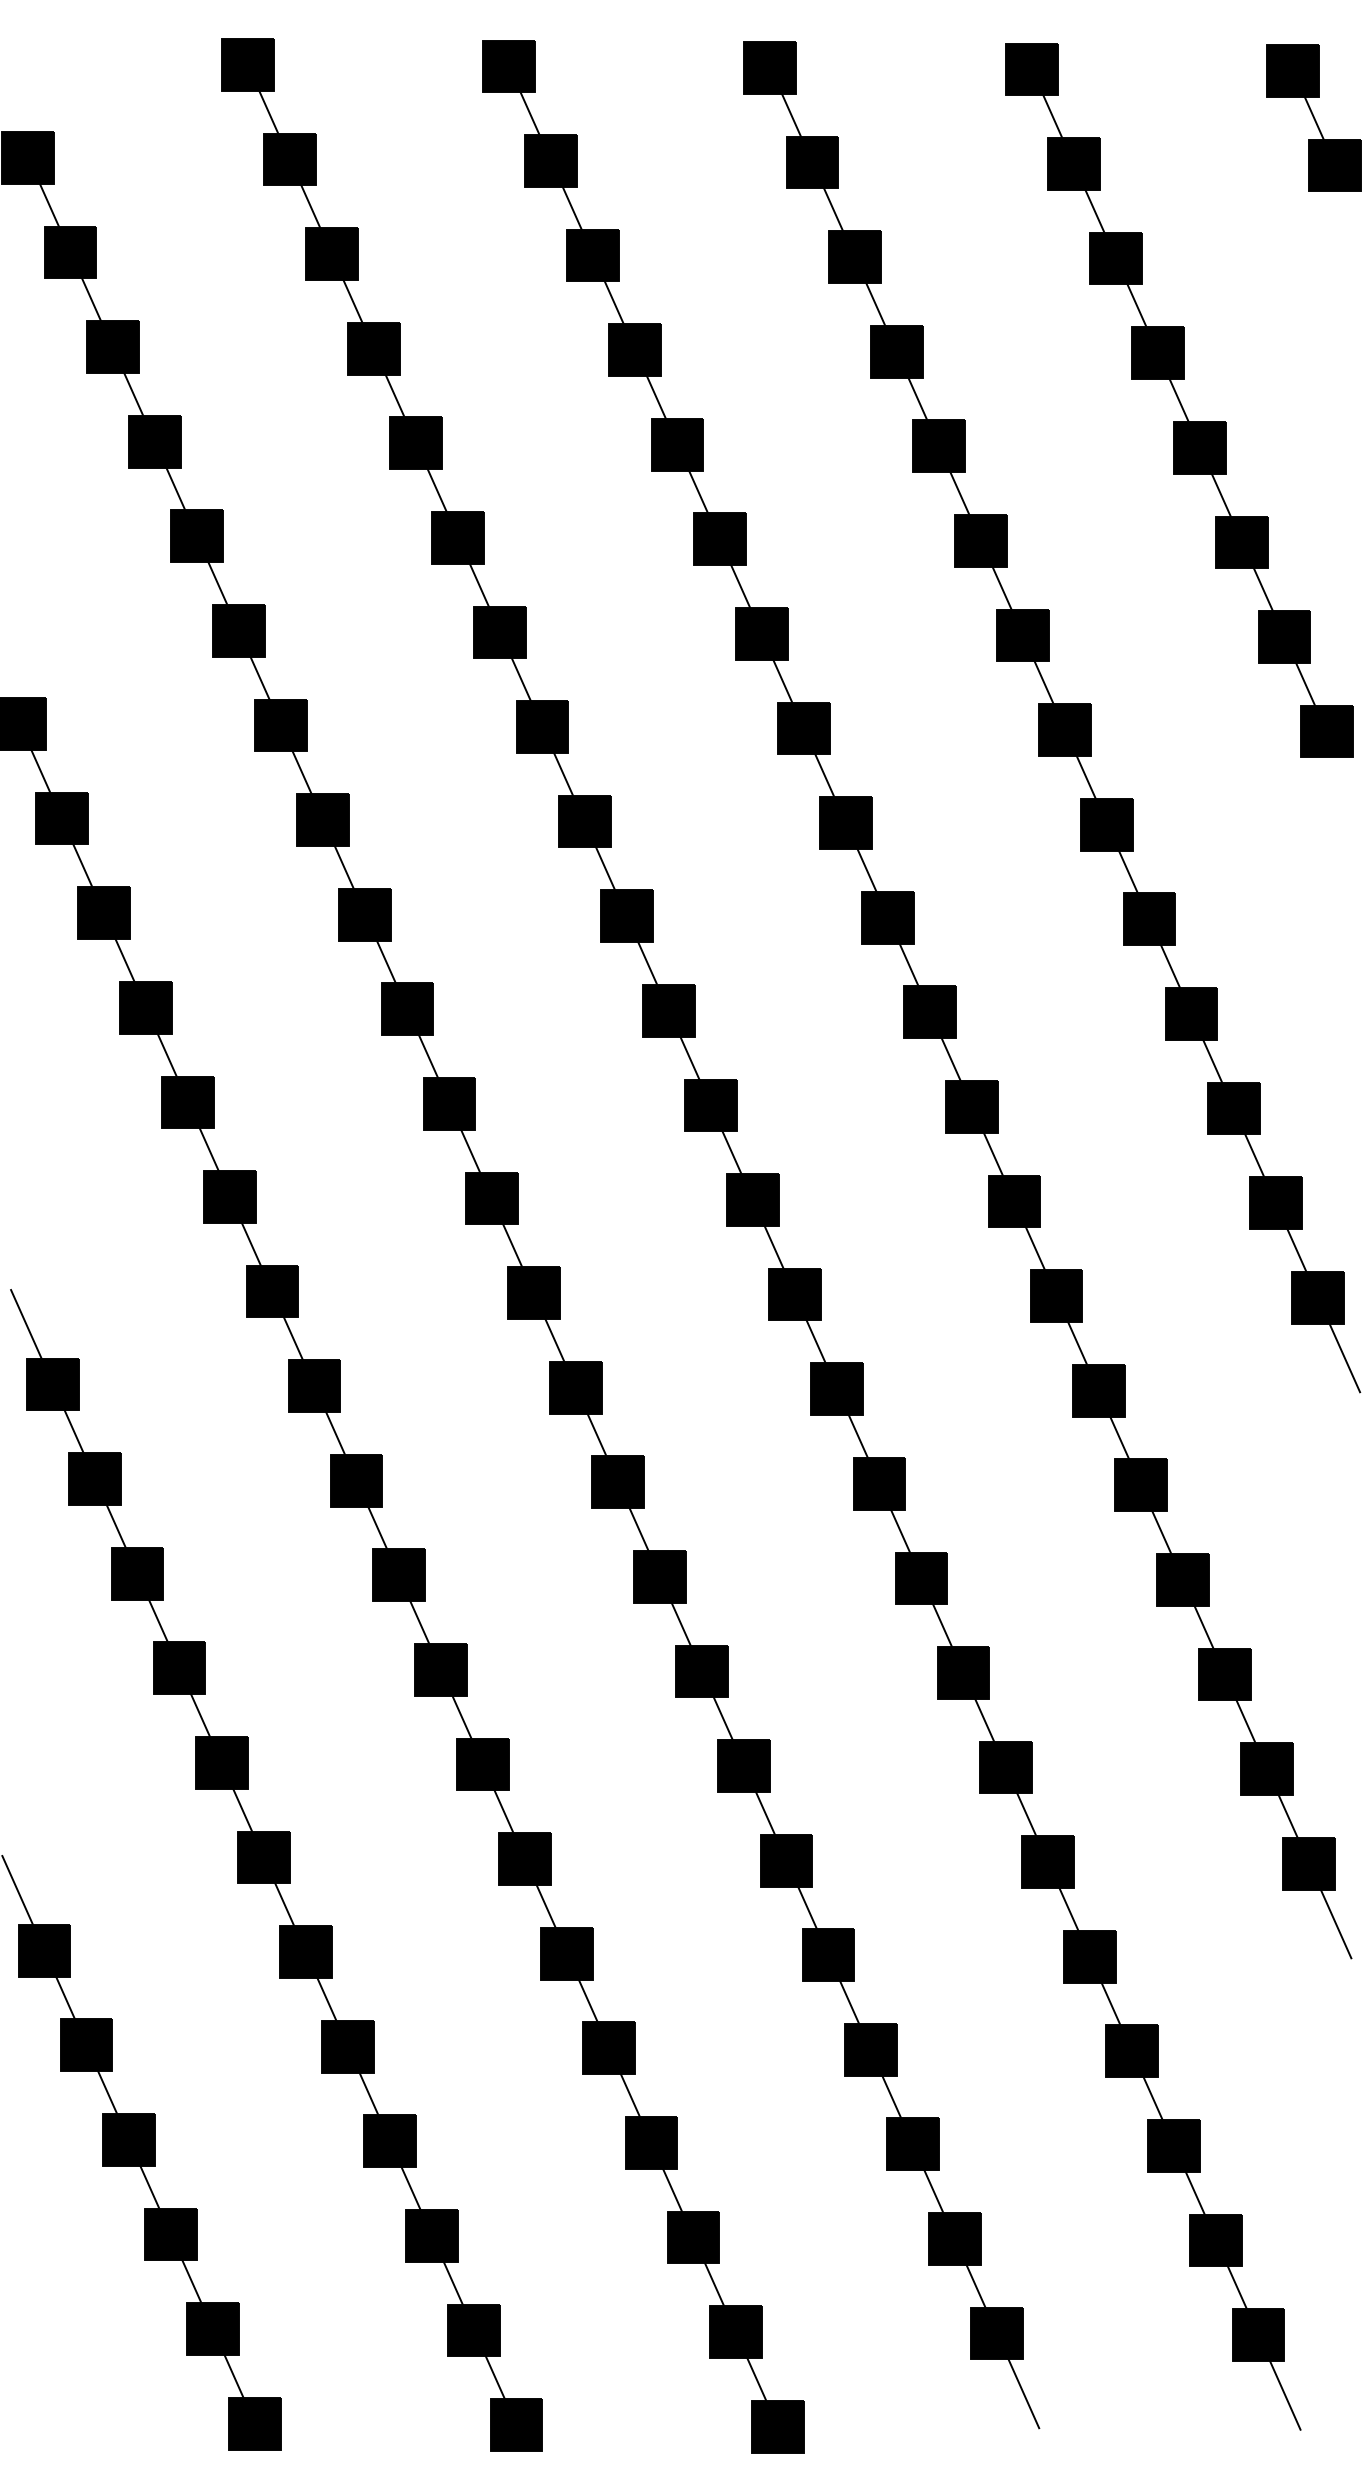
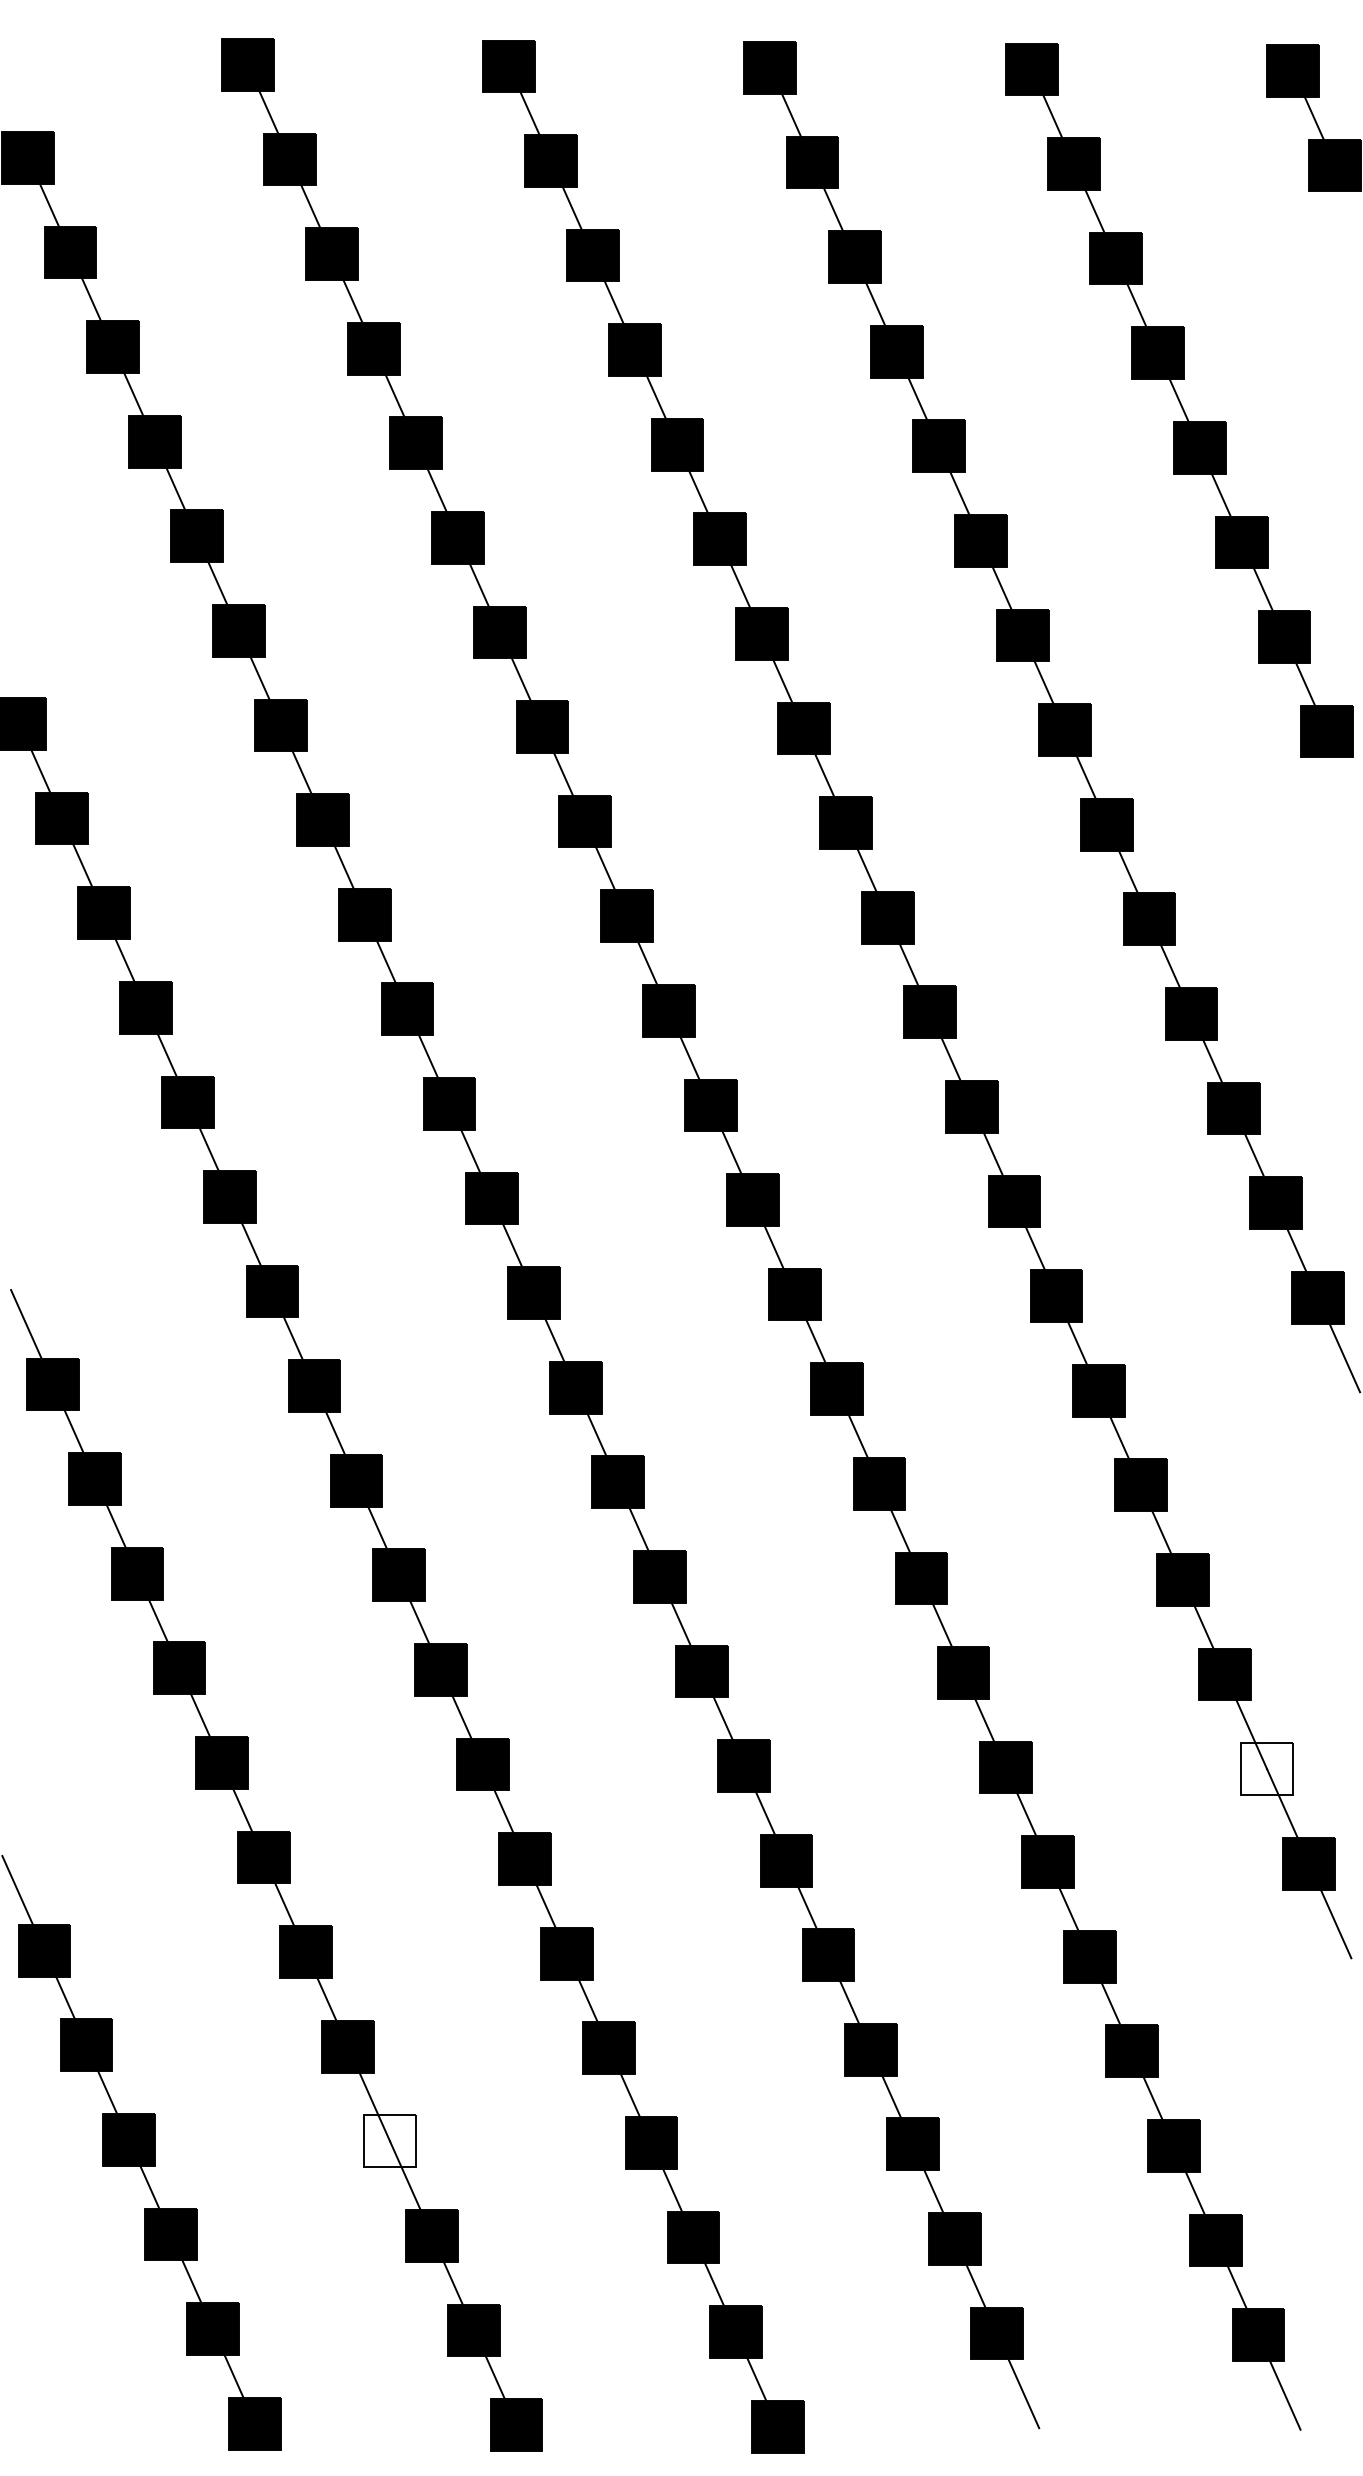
fill at (1266, 1769): present -> none
fill at (389, 2141): present -> none
